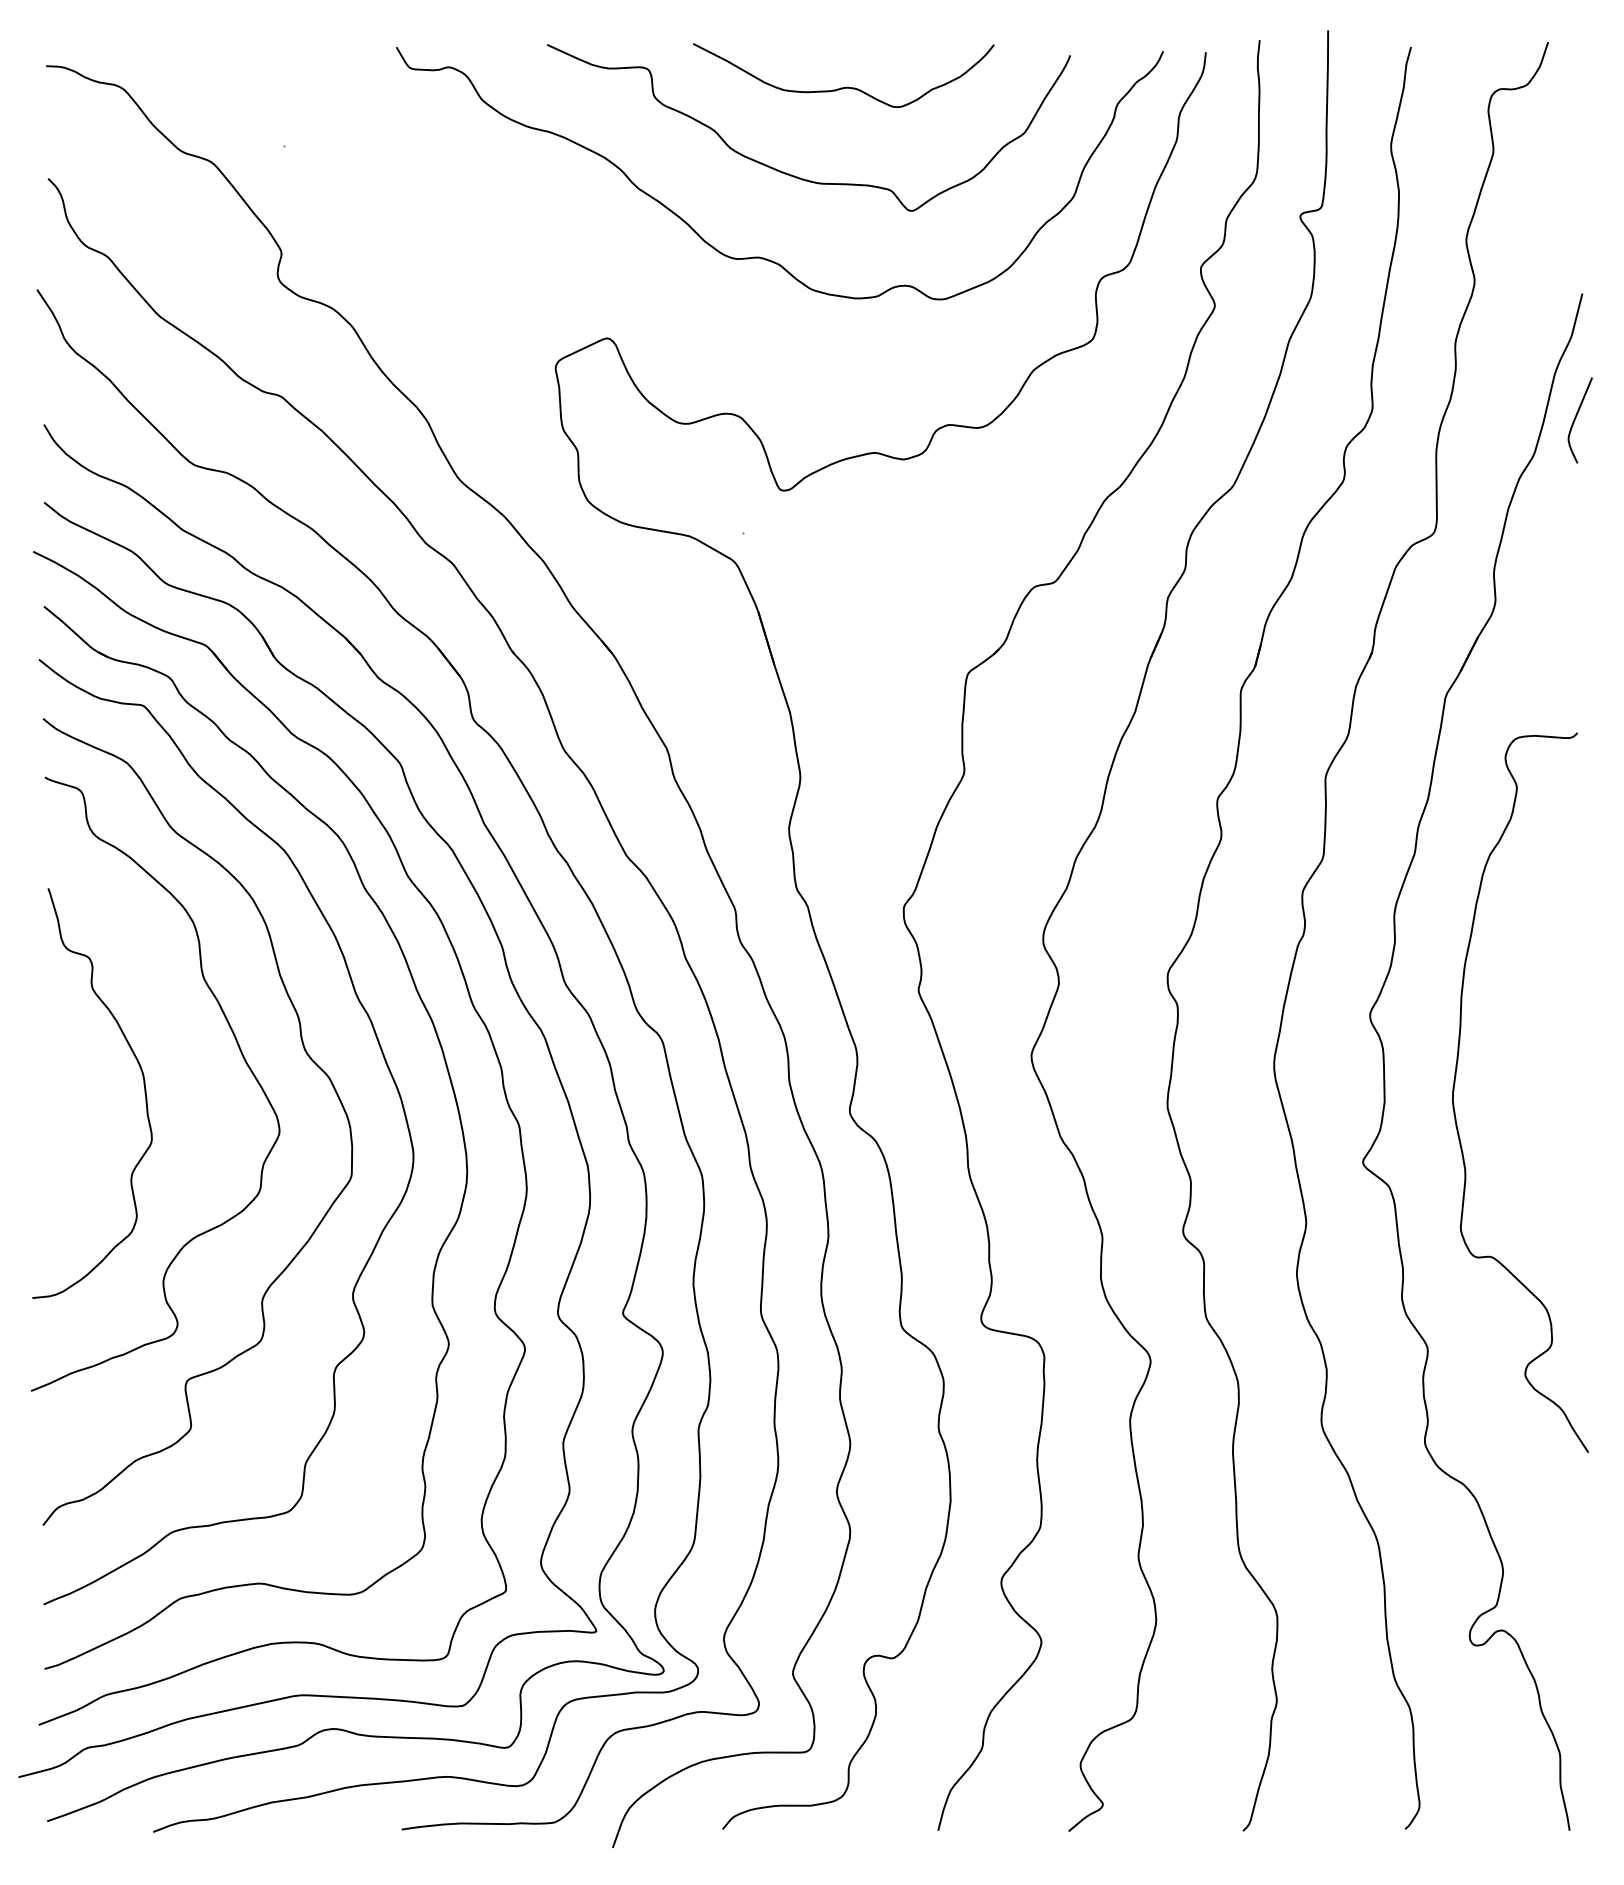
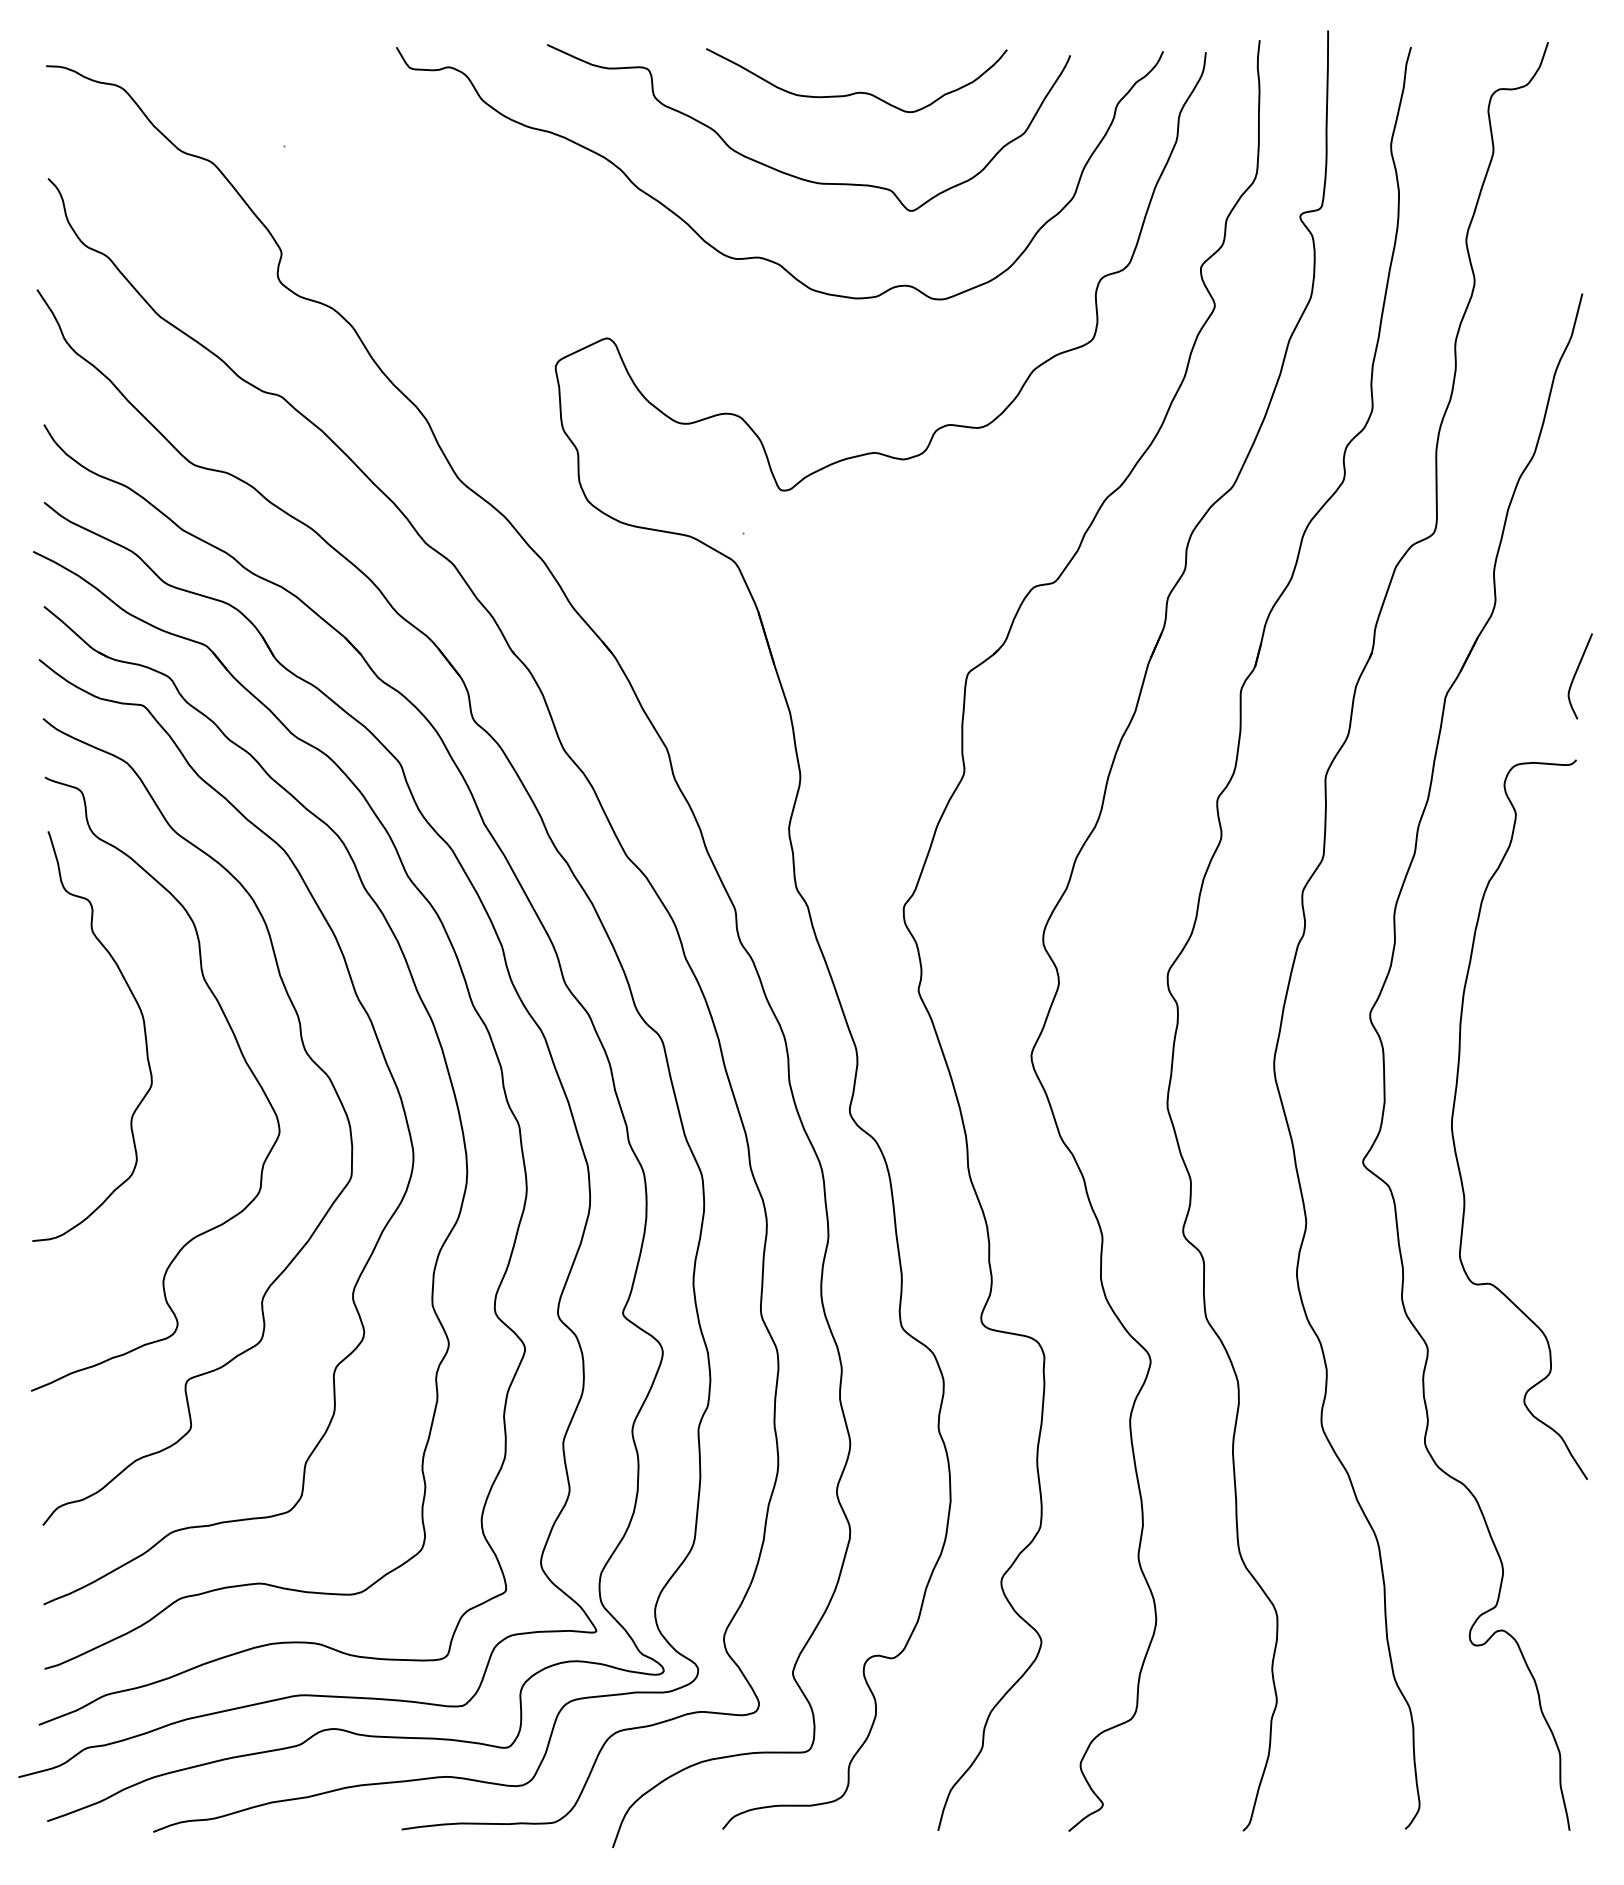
curve at (845, 86) position: (845, 86) -> (858, 91)
curve at (1576, 418) position: (1576, 418) -> (1576, 674)
curve at (1455, 1083) position: (1455, 1083) -> (1454, 1110)
curve at (143, 1085) position: (143, 1085) -> (143, 1028)
